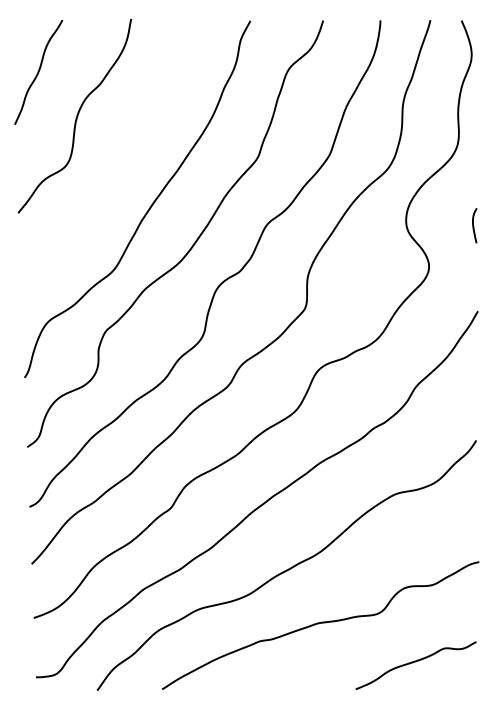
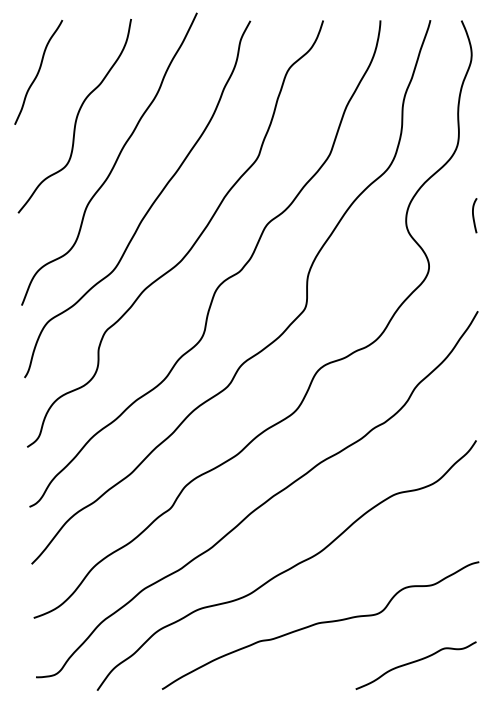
curve at (115, 160): none -> present
curve at (474, 225) position: (474, 225) -> (474, 215)
